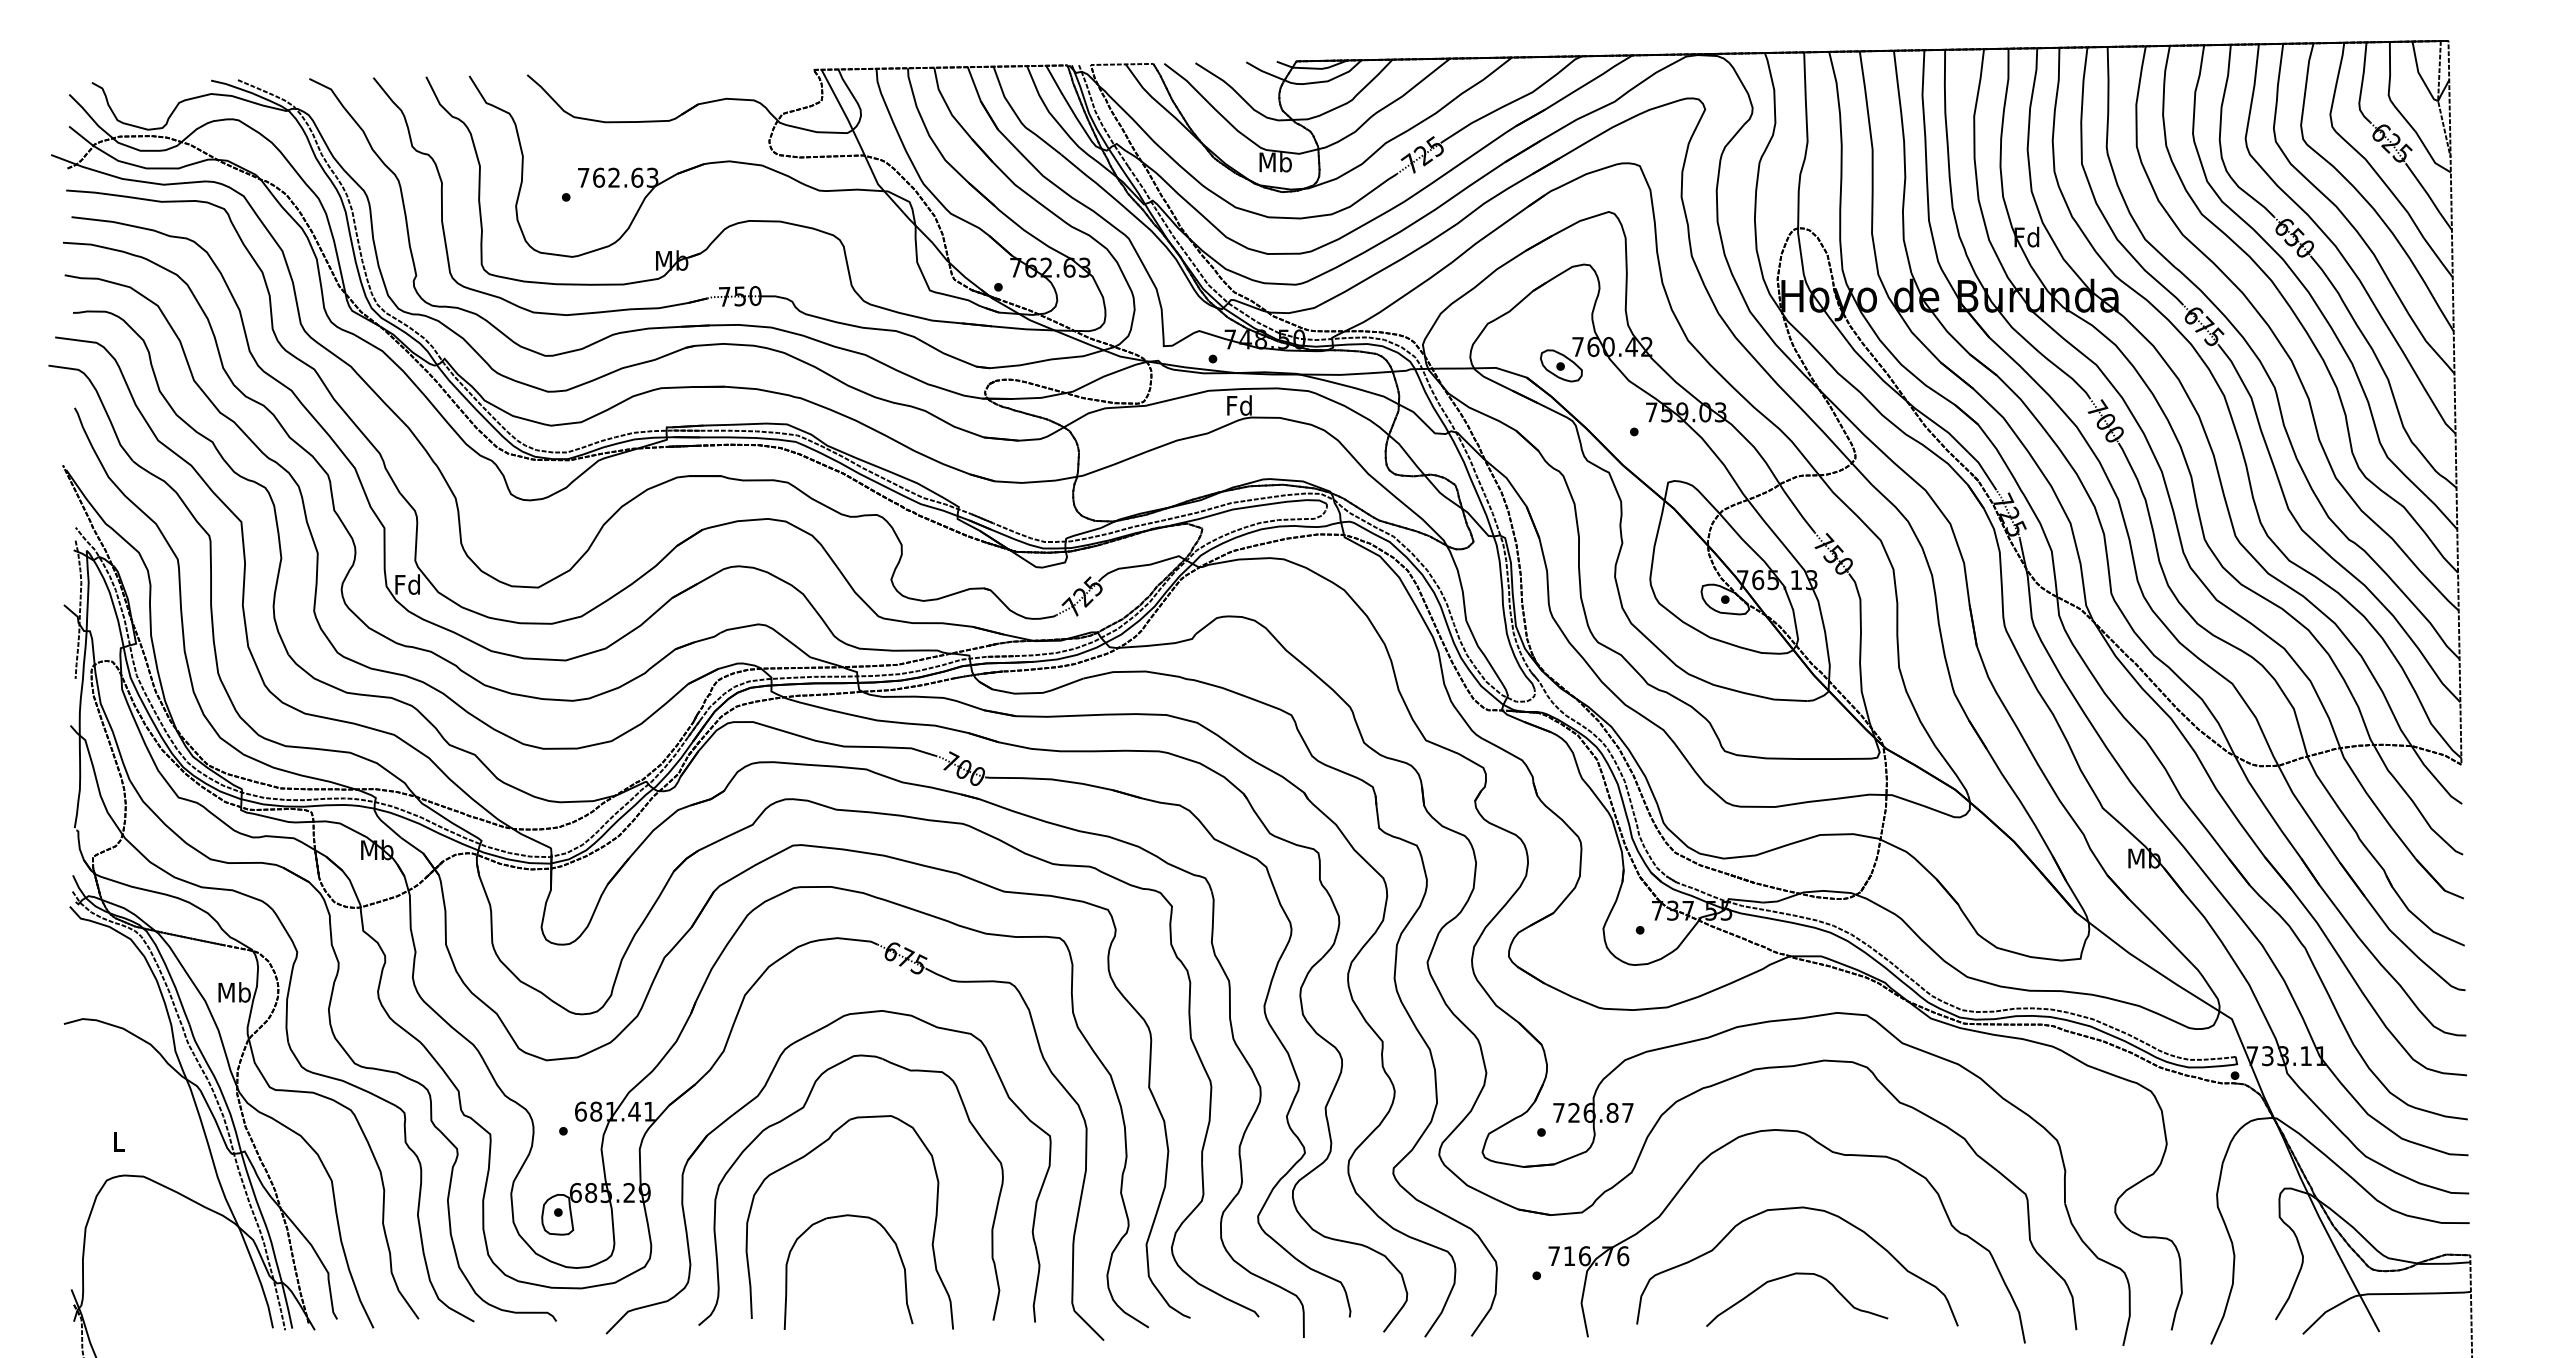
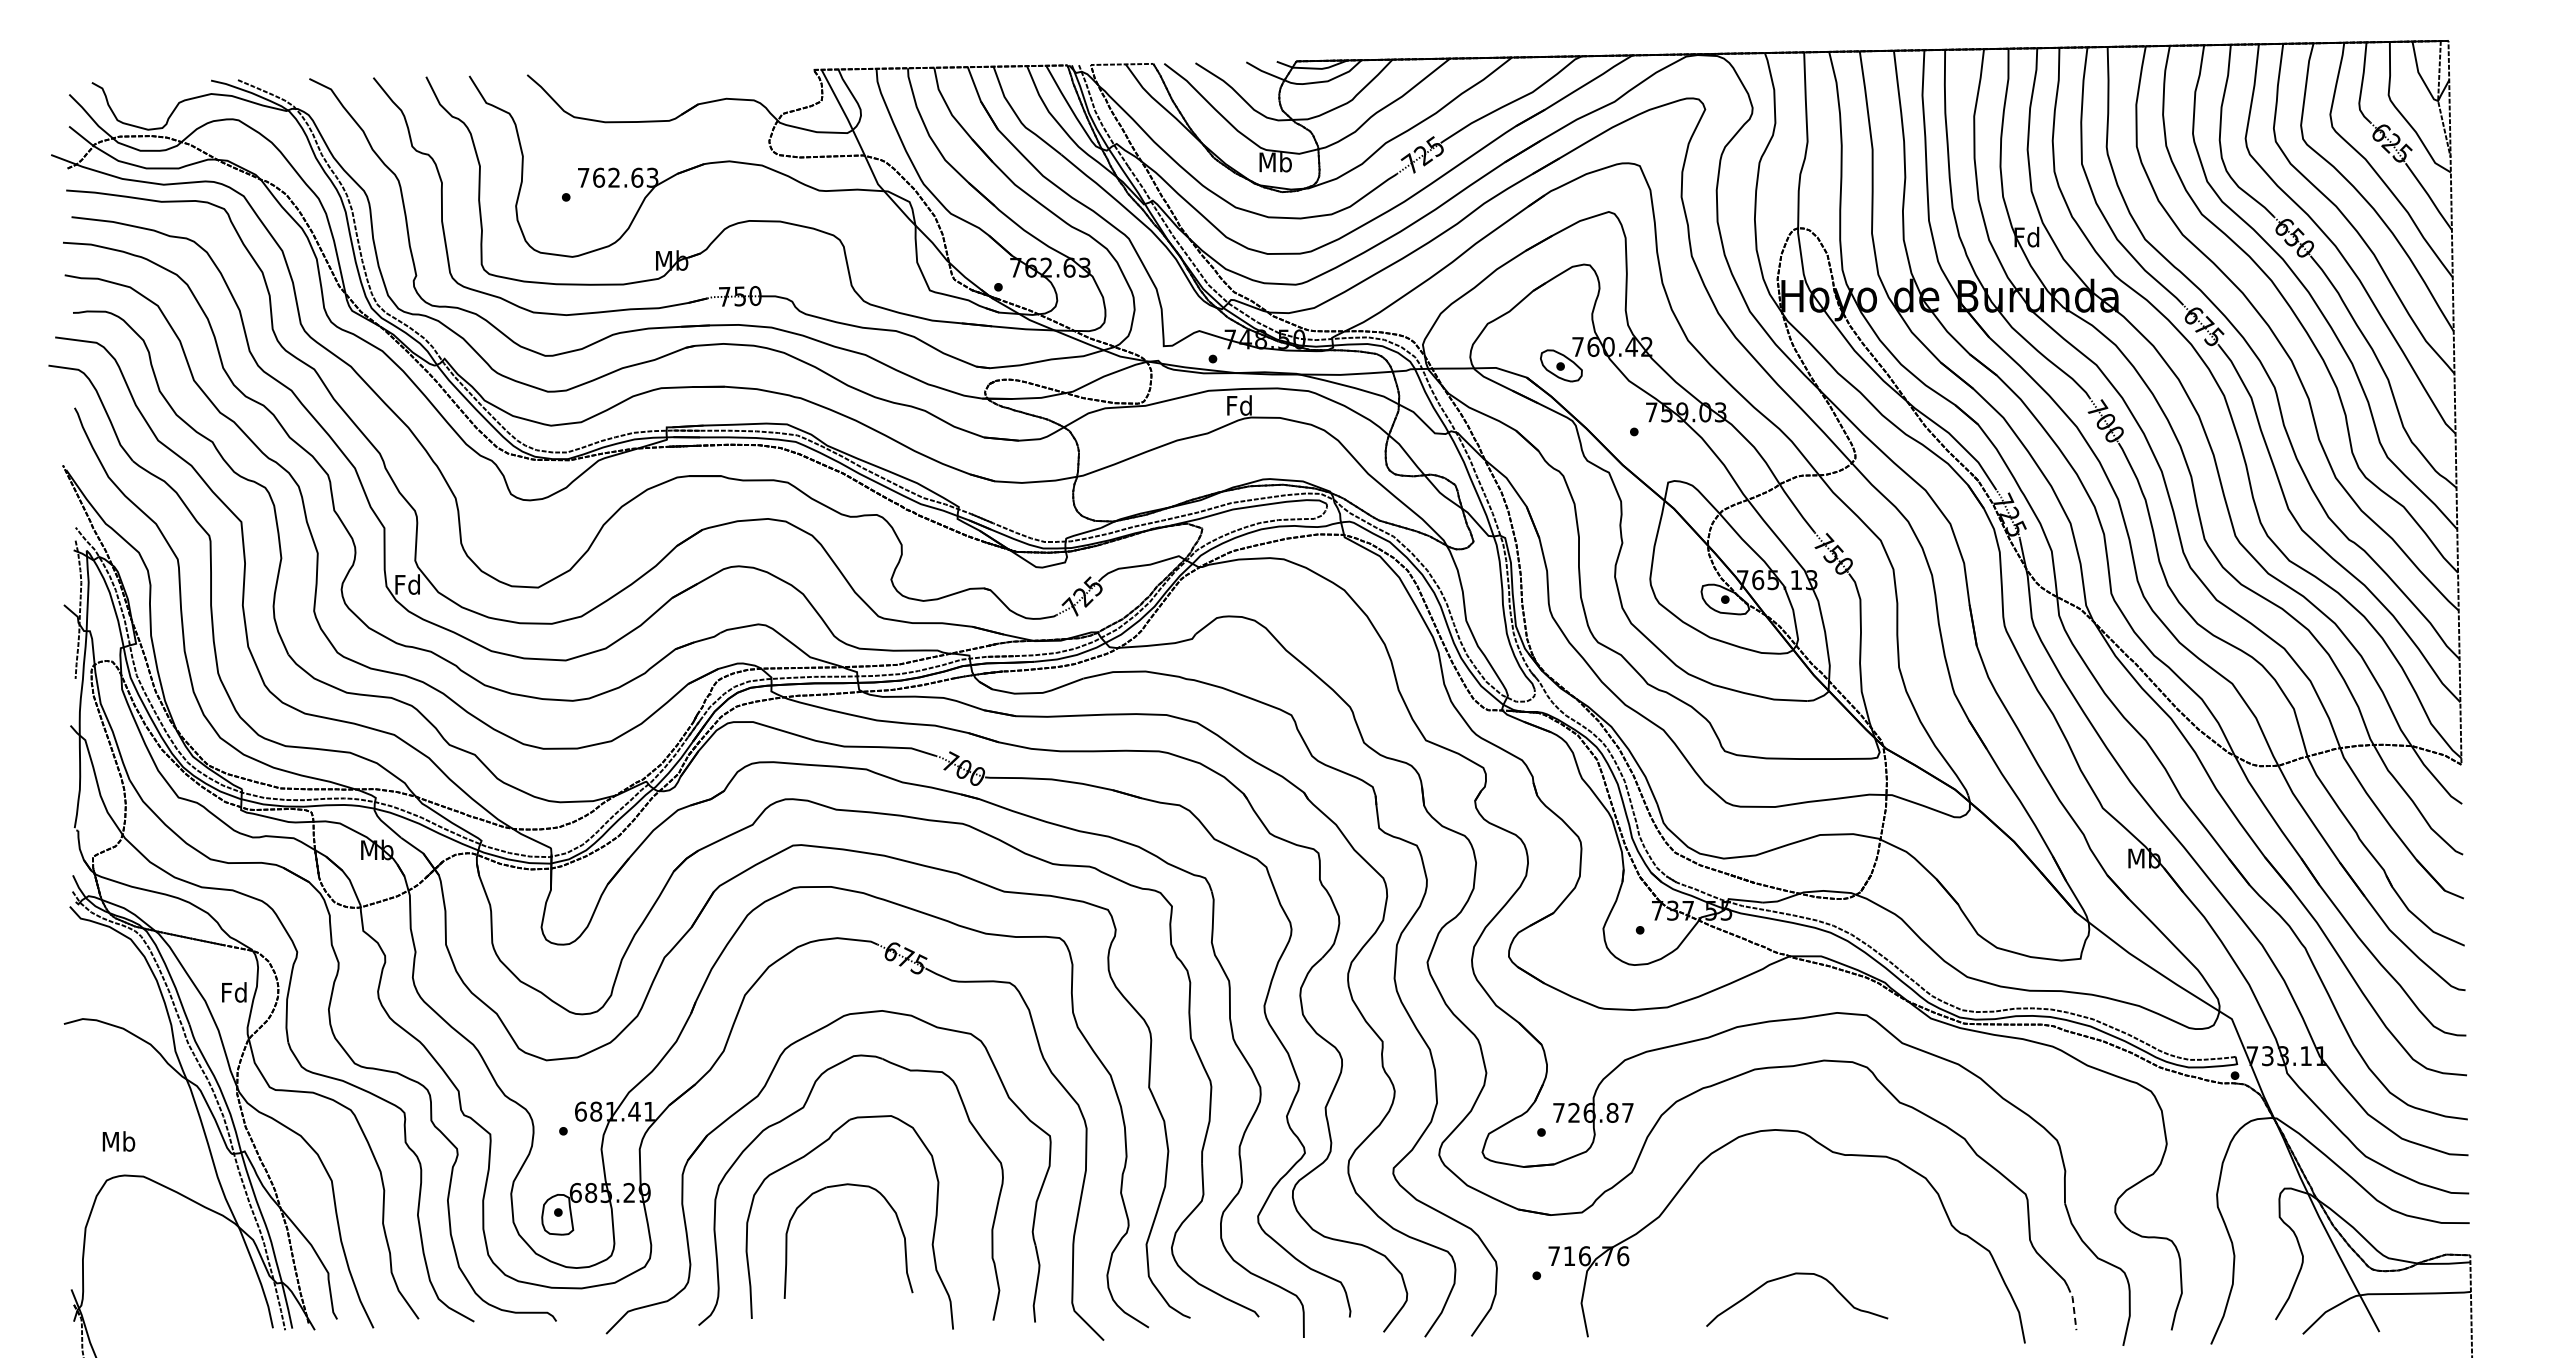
text at (234, 992): Mb -> Fd
text at (118, 1141): L -> Mb
curve at (1793, 1209): present -> none
part at (896, 1249) position: (896, 1249) -> (896, 1218)
line at (2073, 1306): solid -> dashed
